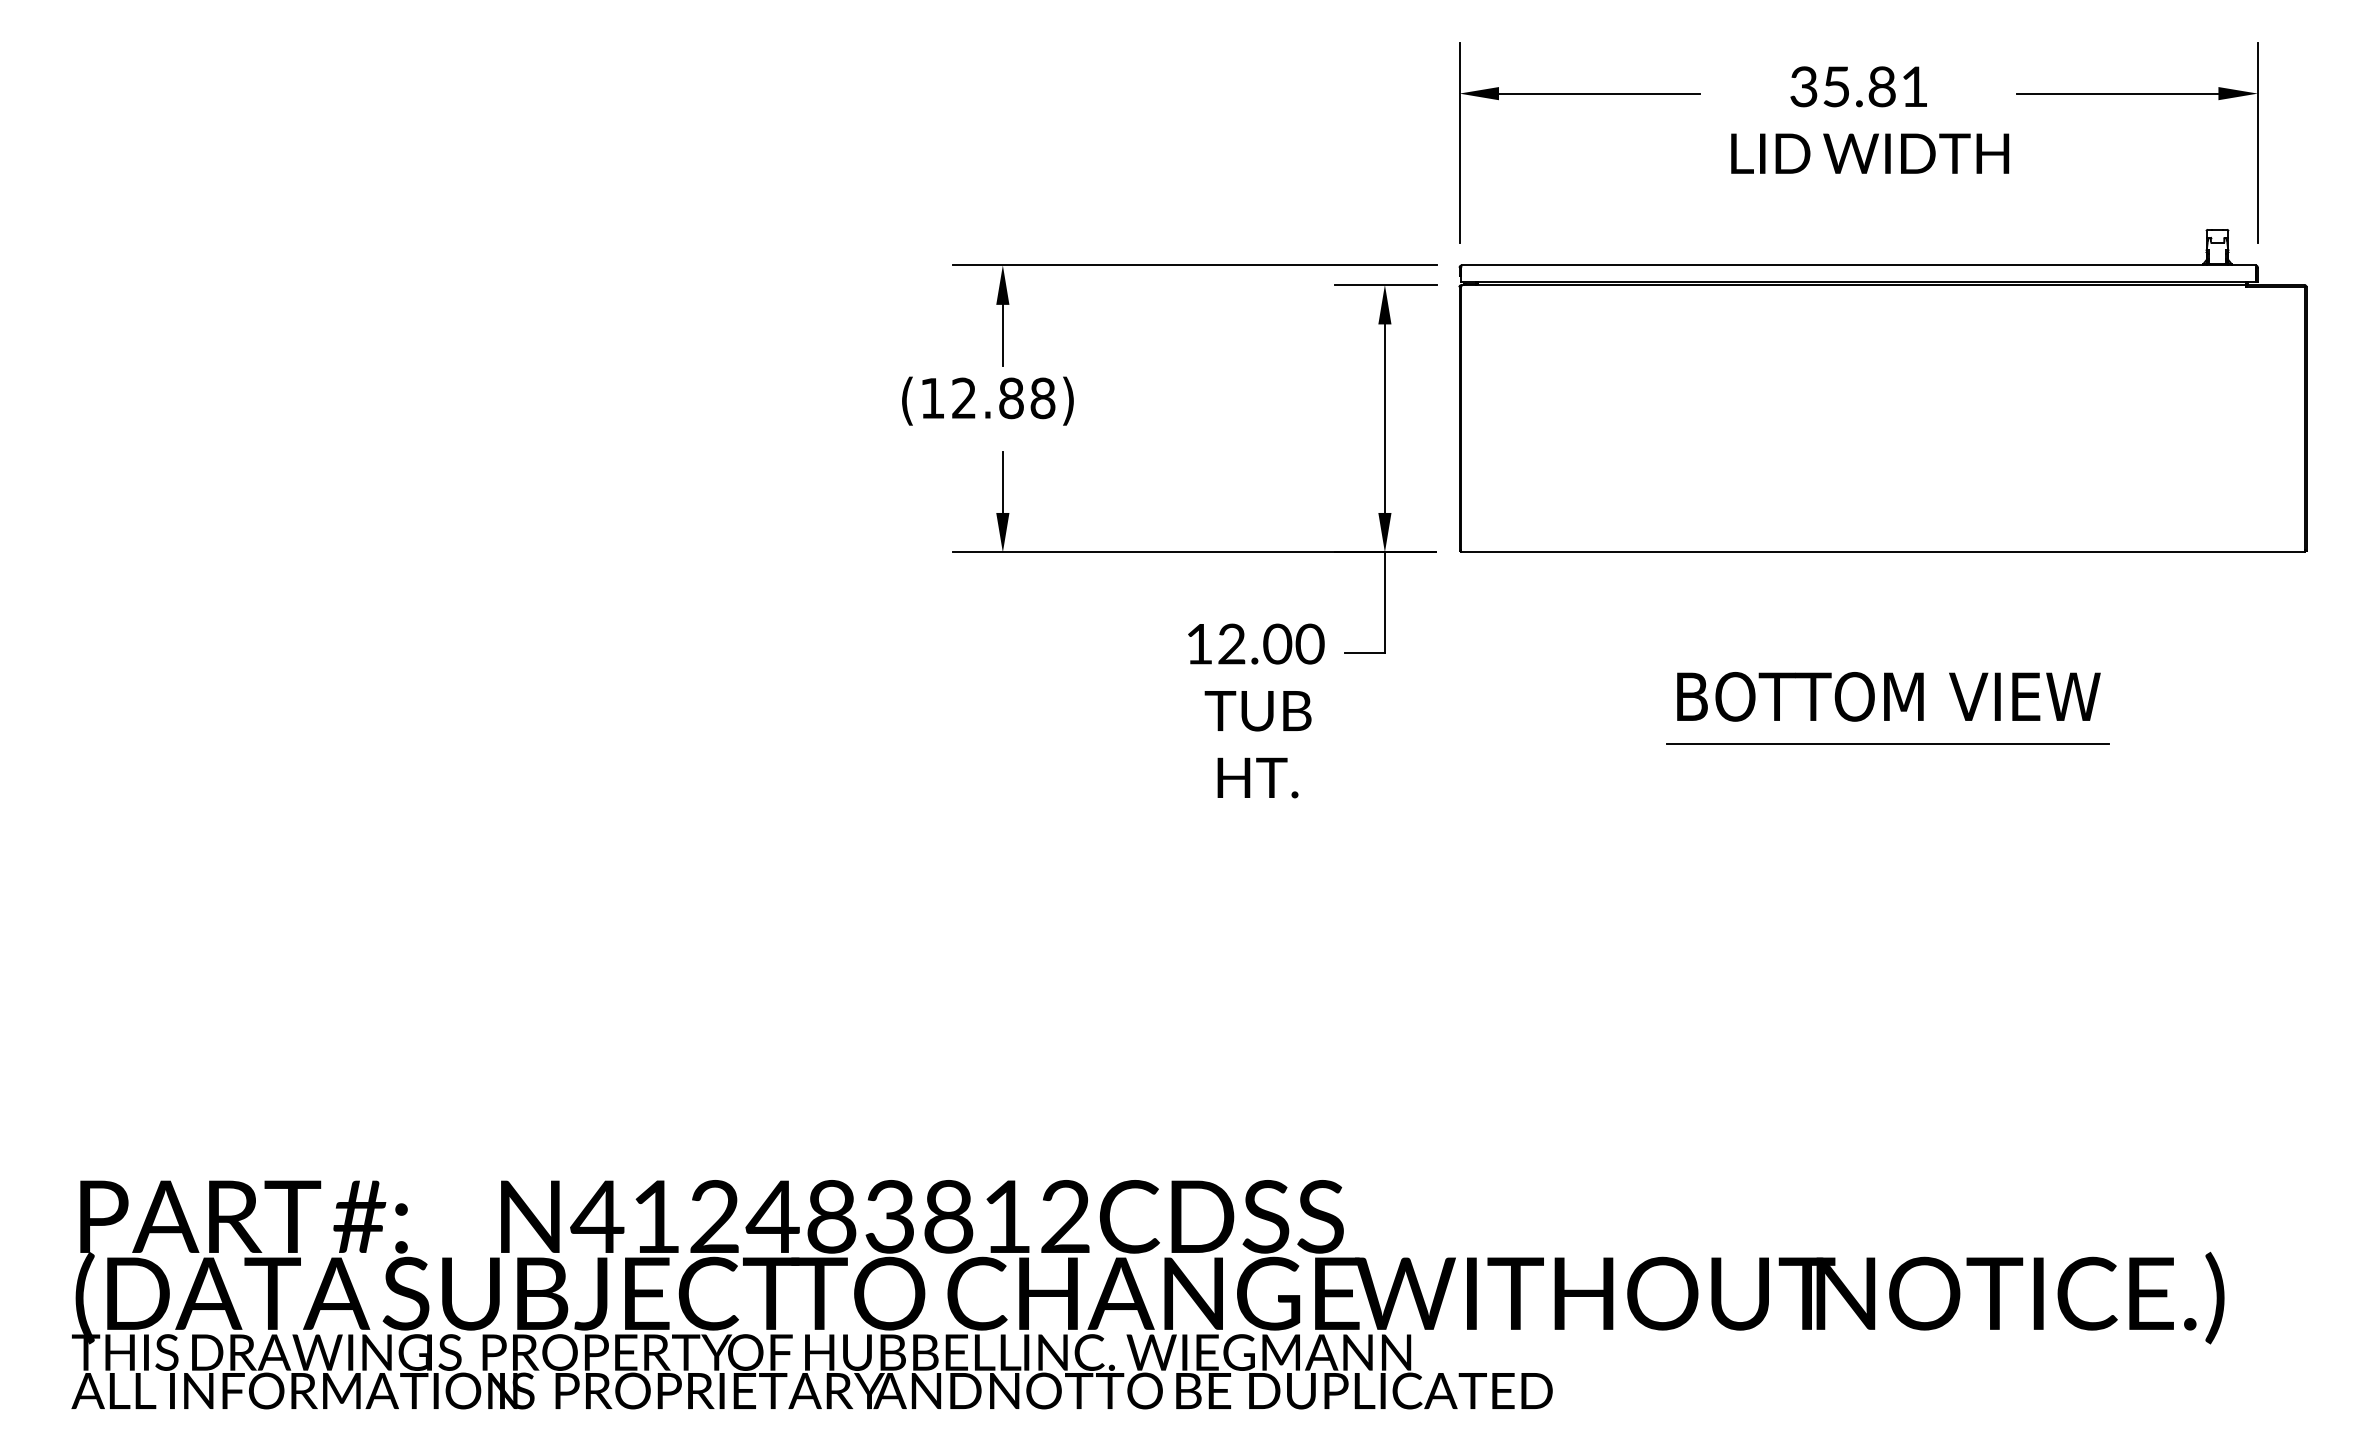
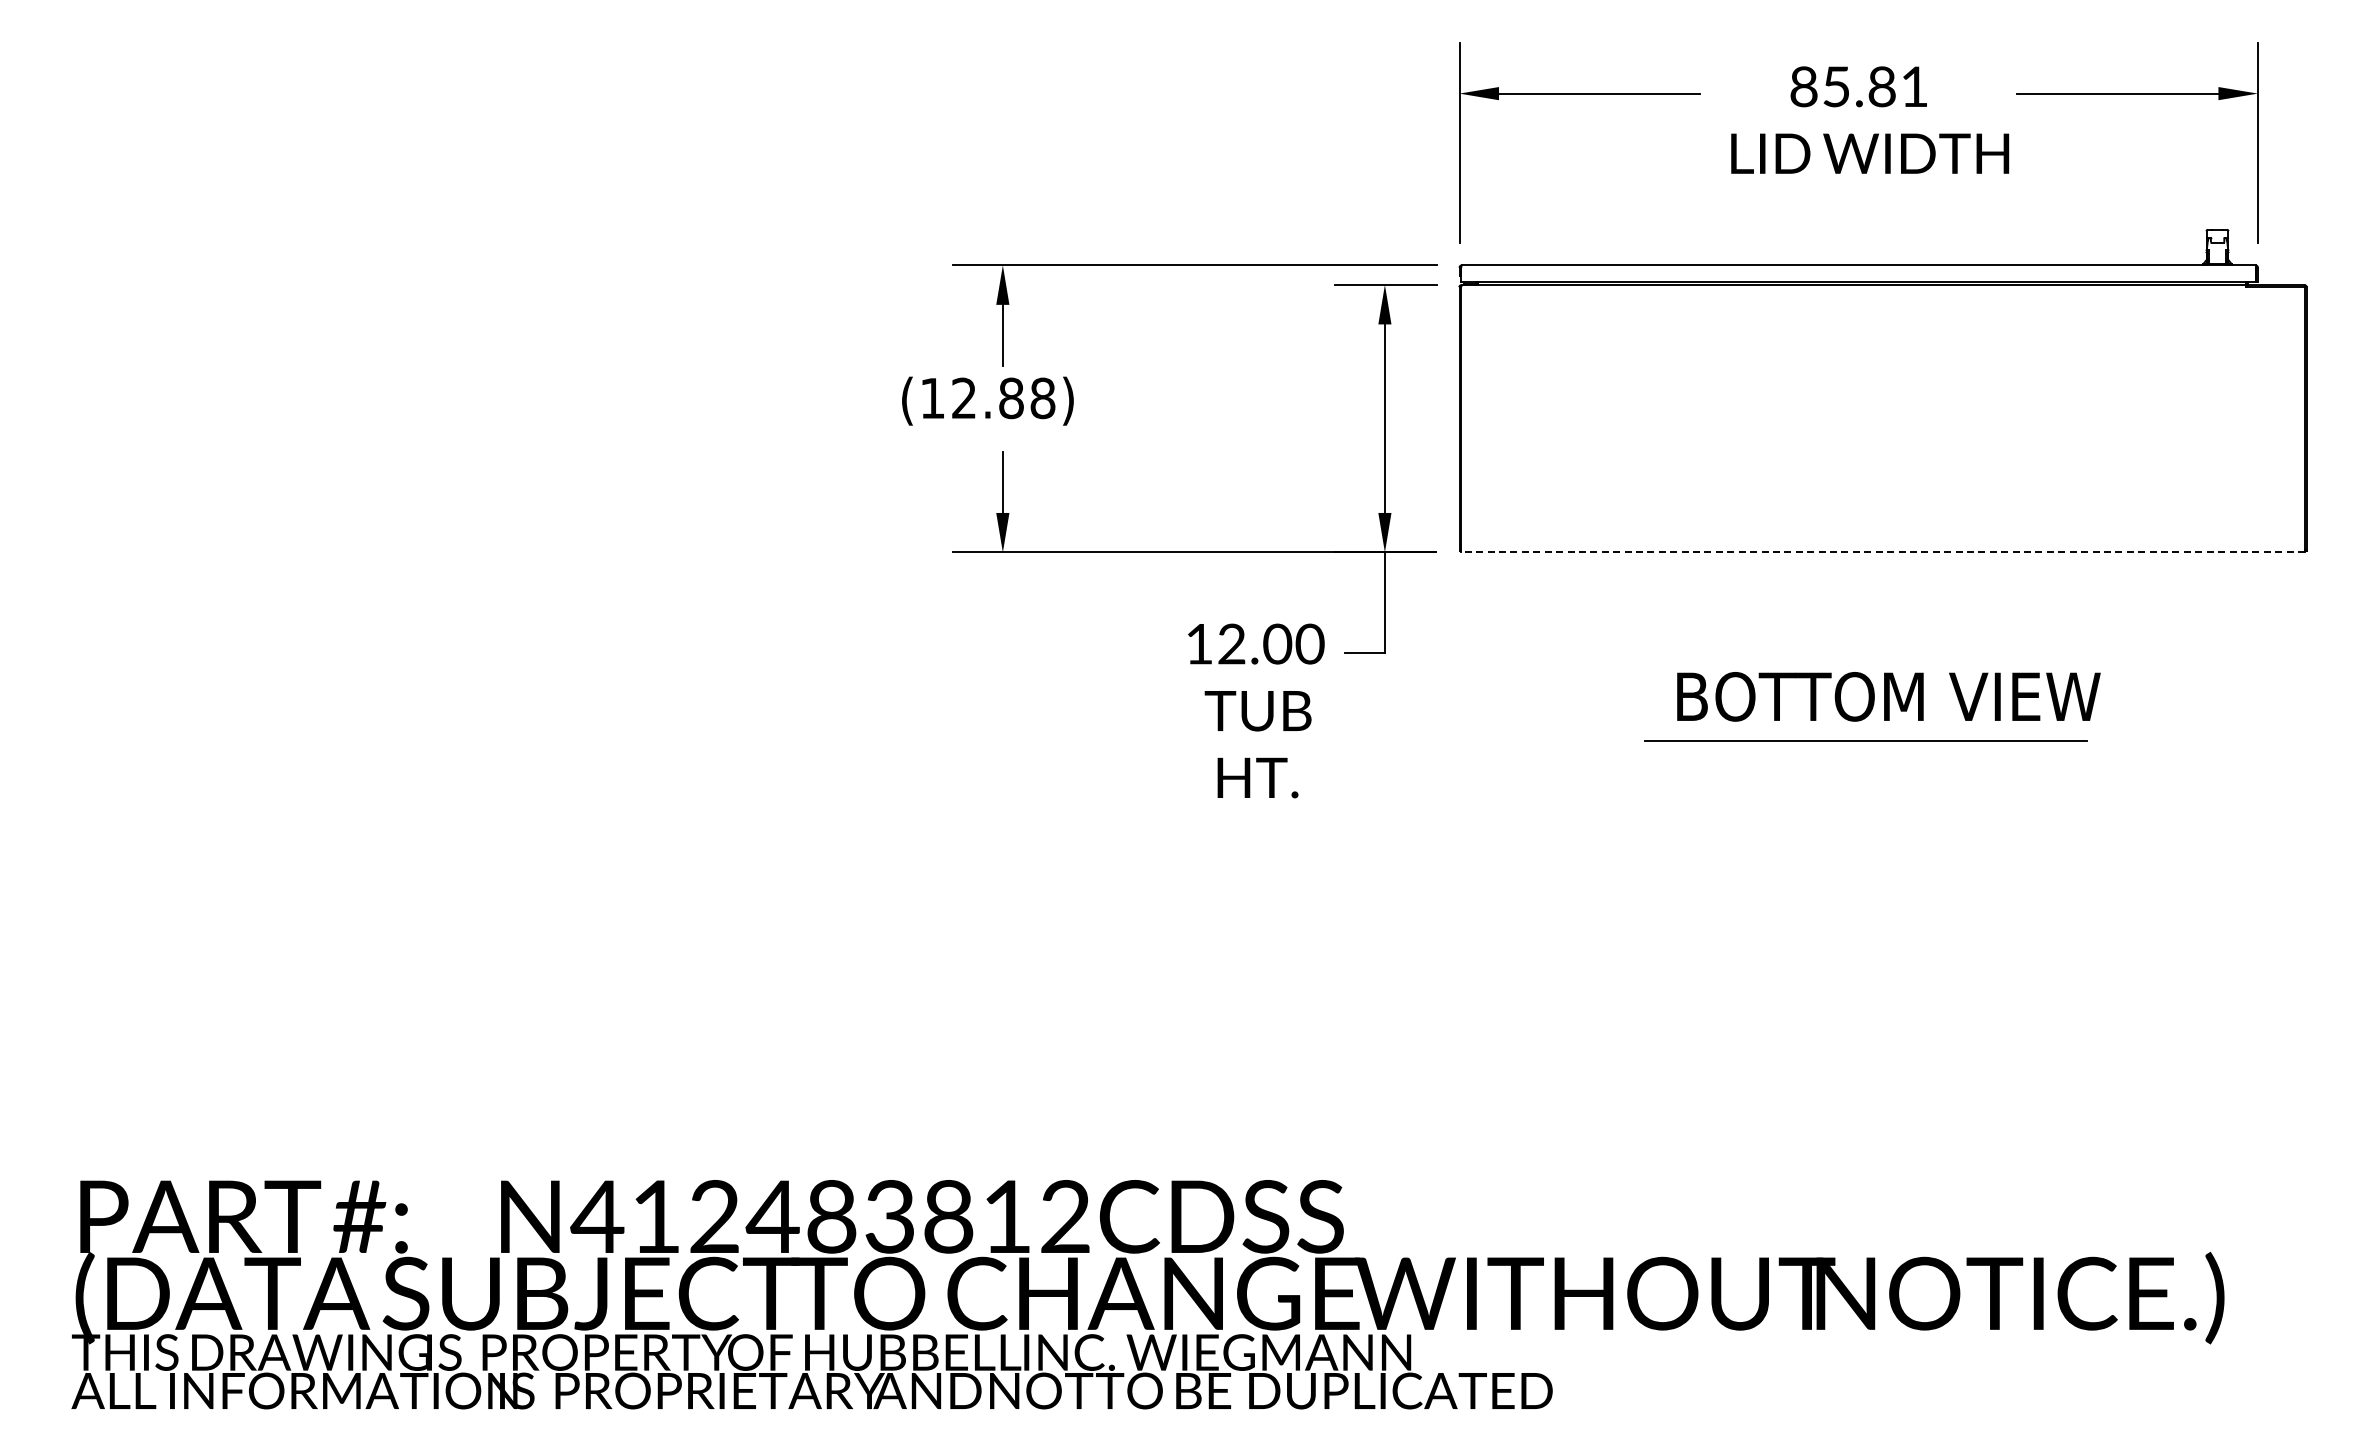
text at (1803, 86): 35.81 -> 85.81
line at (1883, 552): solid -> dashed
line at (1887, 743) position: (1887, 743) -> (1865, 740)
